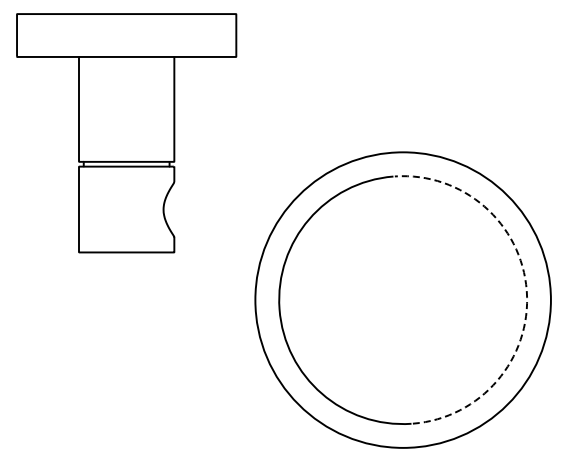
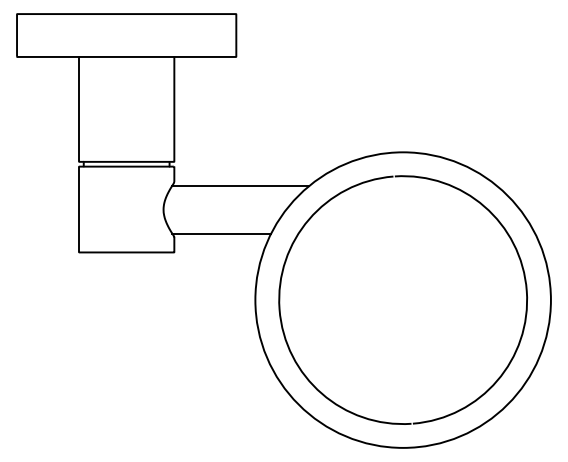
line at (240, 185): none -> present
line at (221, 233): none -> present
arc at (526, 291): dashed -> solid
